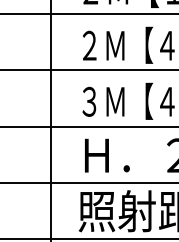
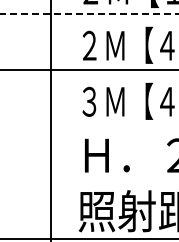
line at (89, 14): solid -> dashed
line at (88, 126): present -> none
line at (88, 182): present -> none
